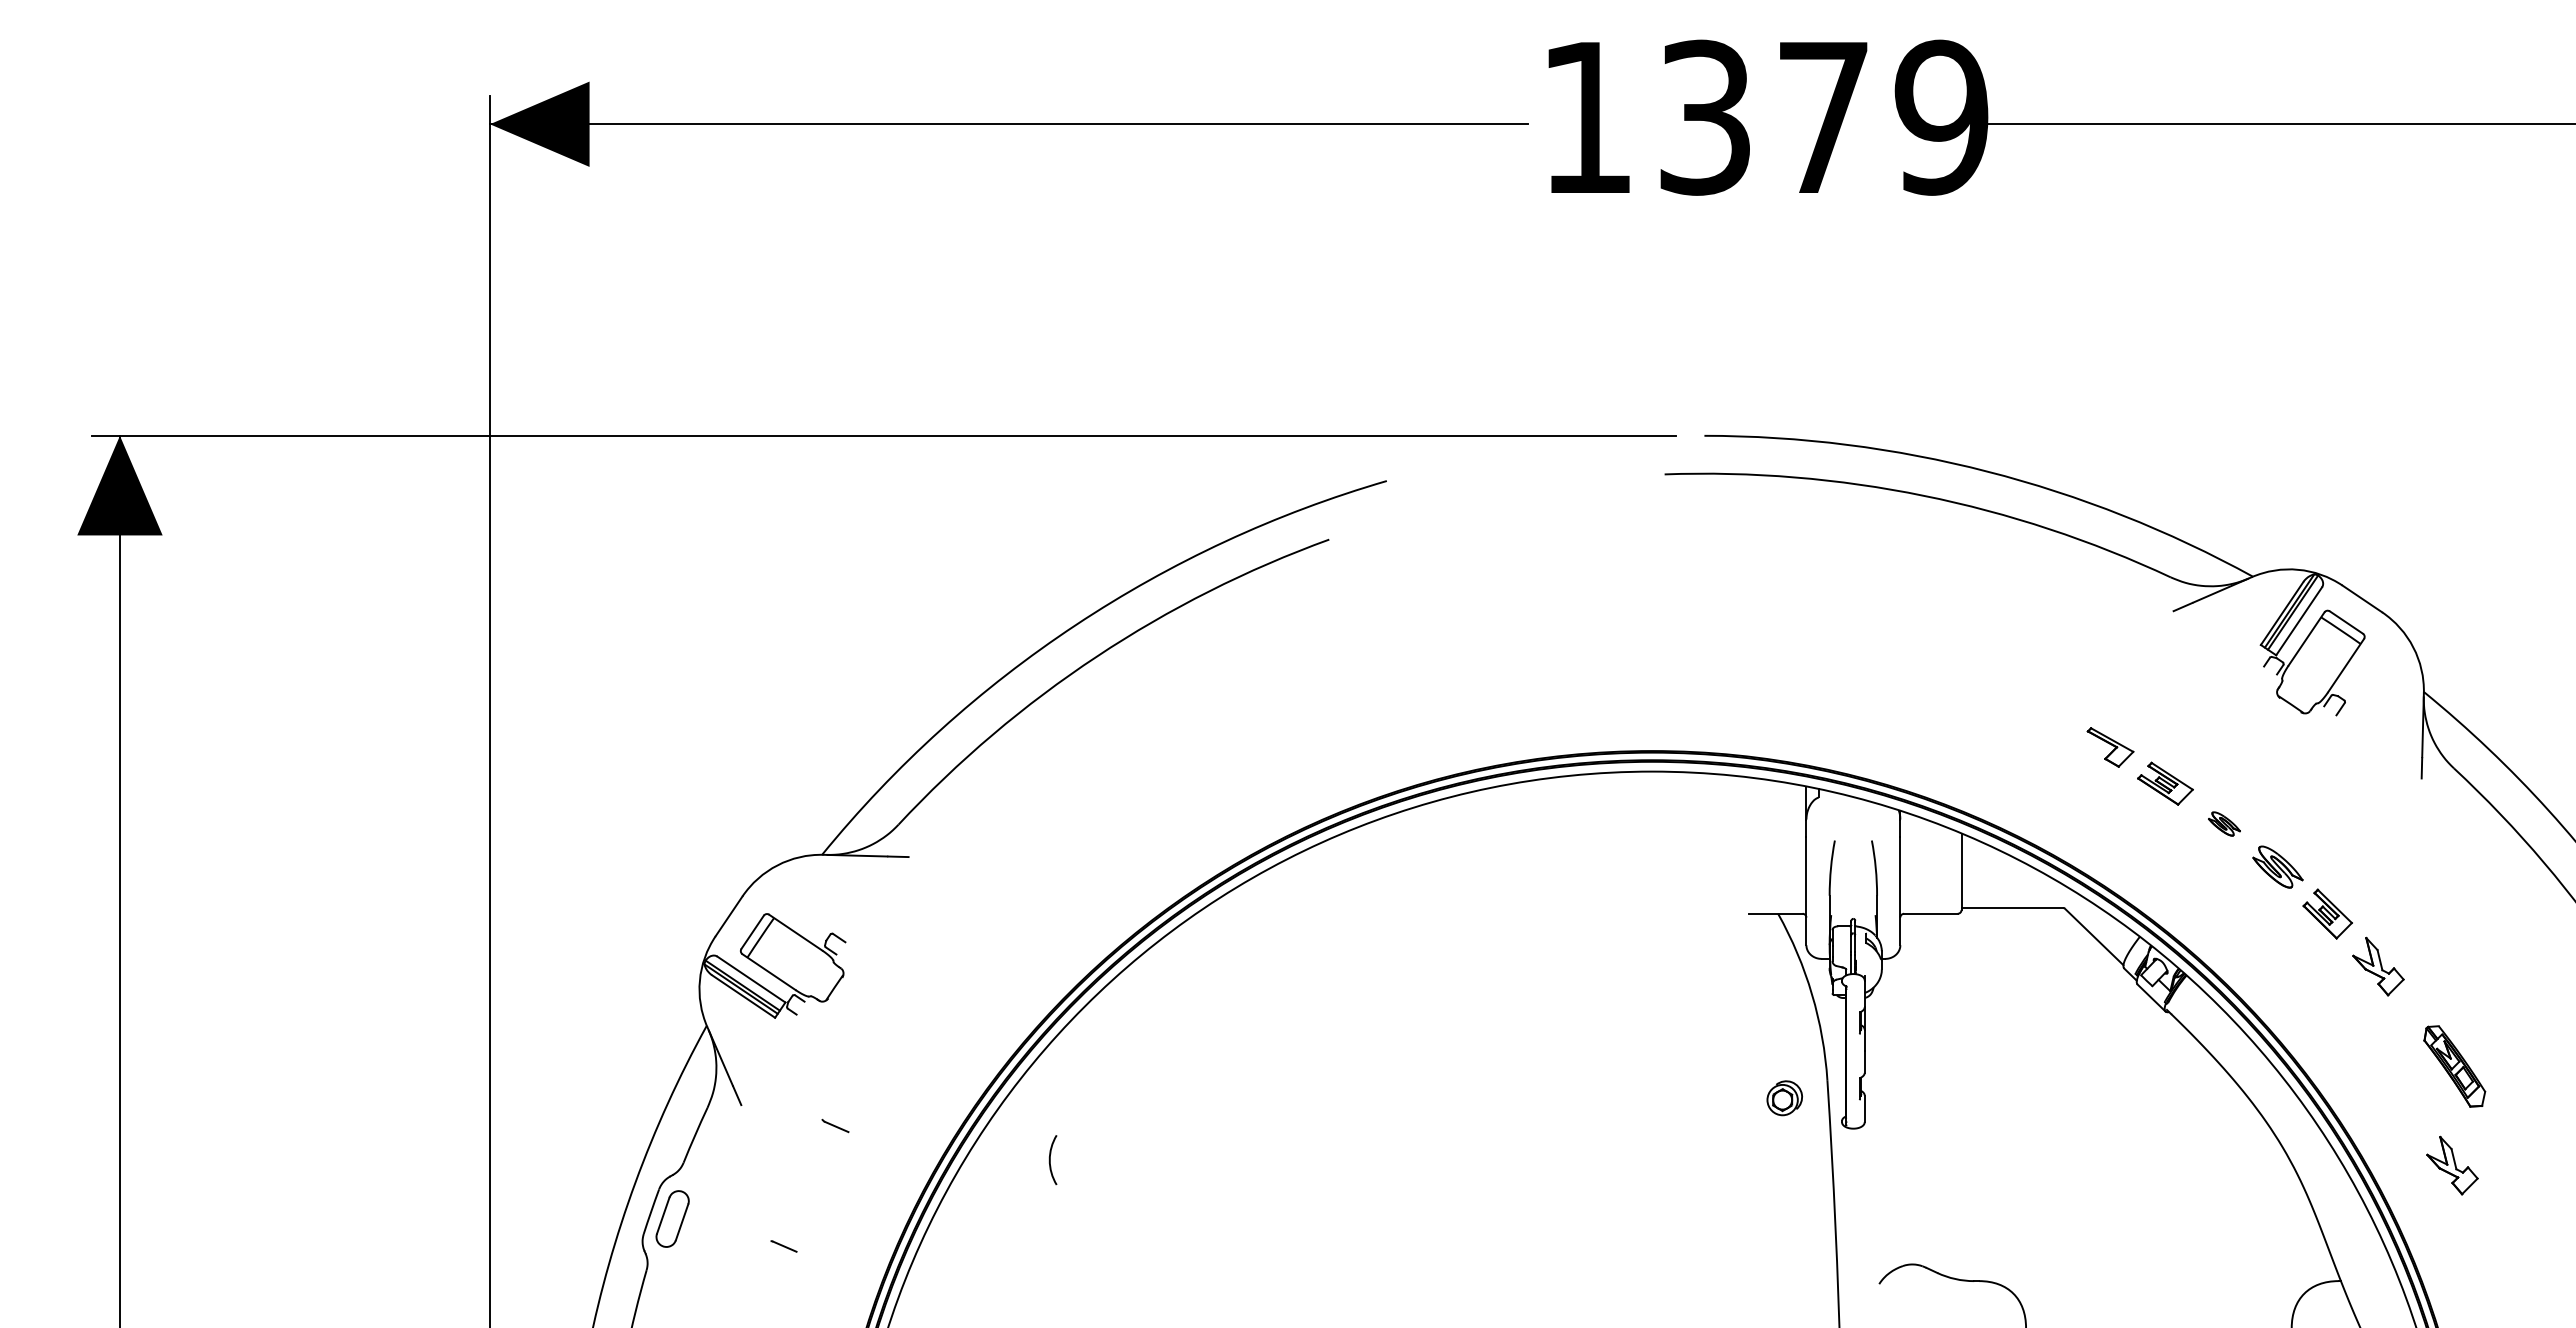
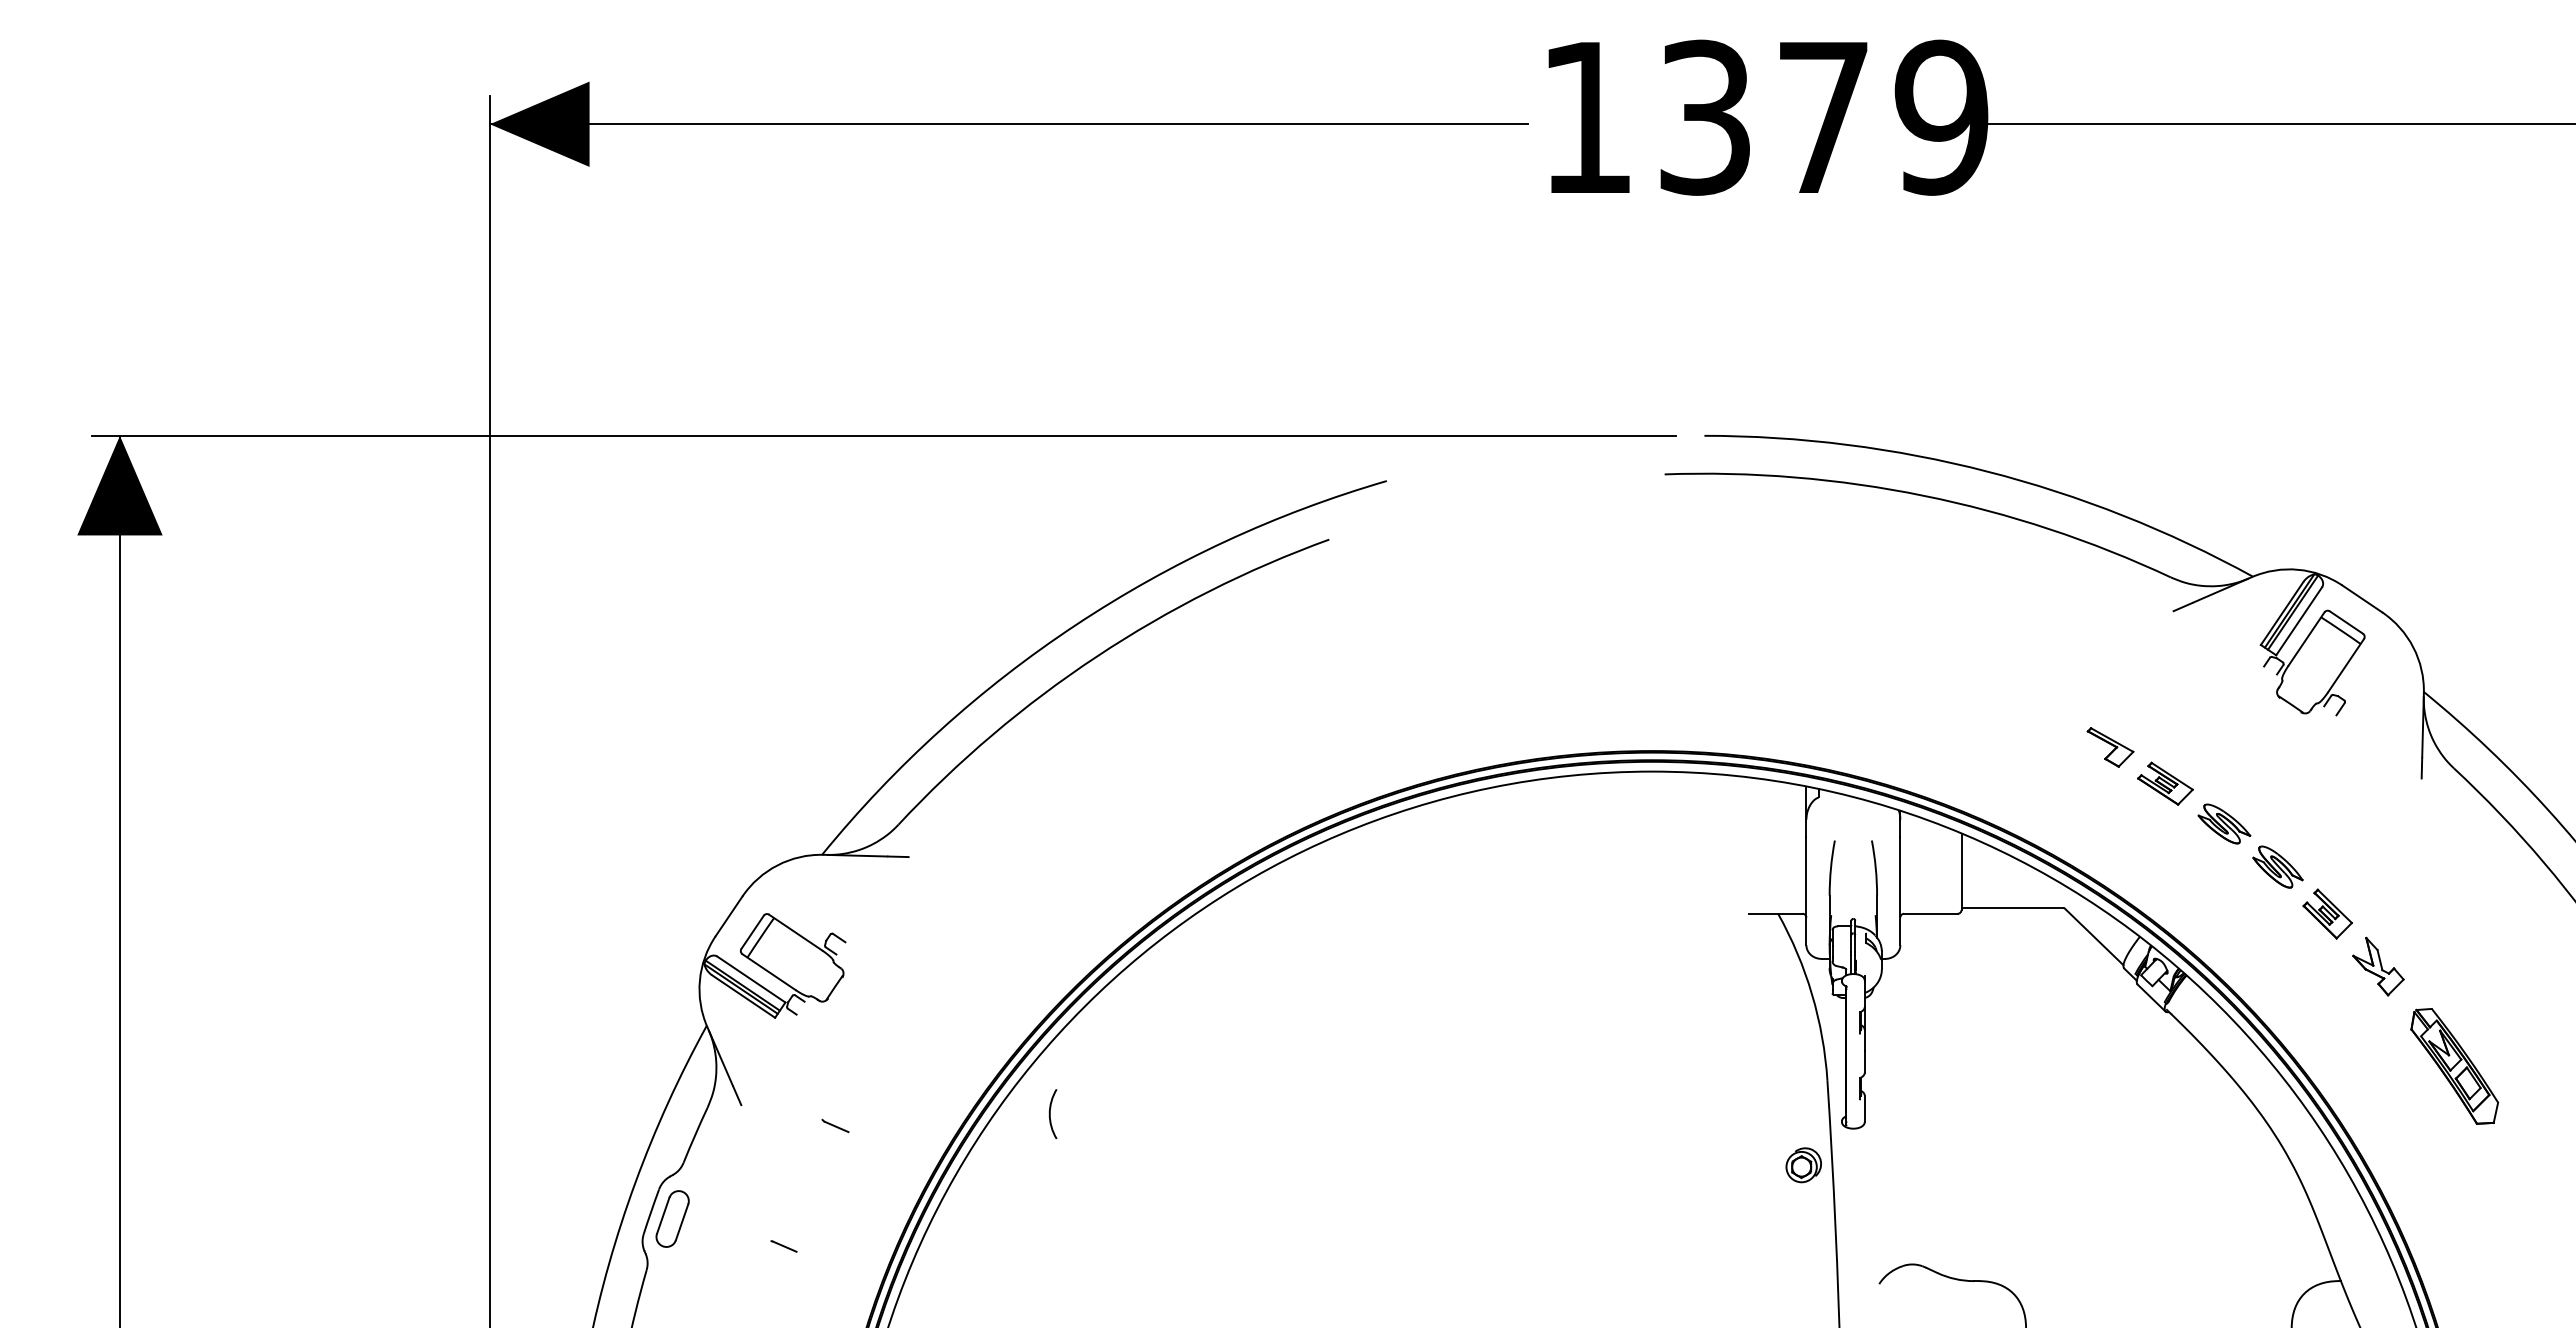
part at (2224, 823) size: 33x26 px -> 55x42 px
part at (2454, 1066) size: 64x83 px -> 90x117 px
part at (1784, 1098) position: (1784, 1098) -> (1803, 1165)
arc at (1050, 1160) position: (1050, 1160) -> (1050, 1114)
part at (2452, 1165): present -> none
